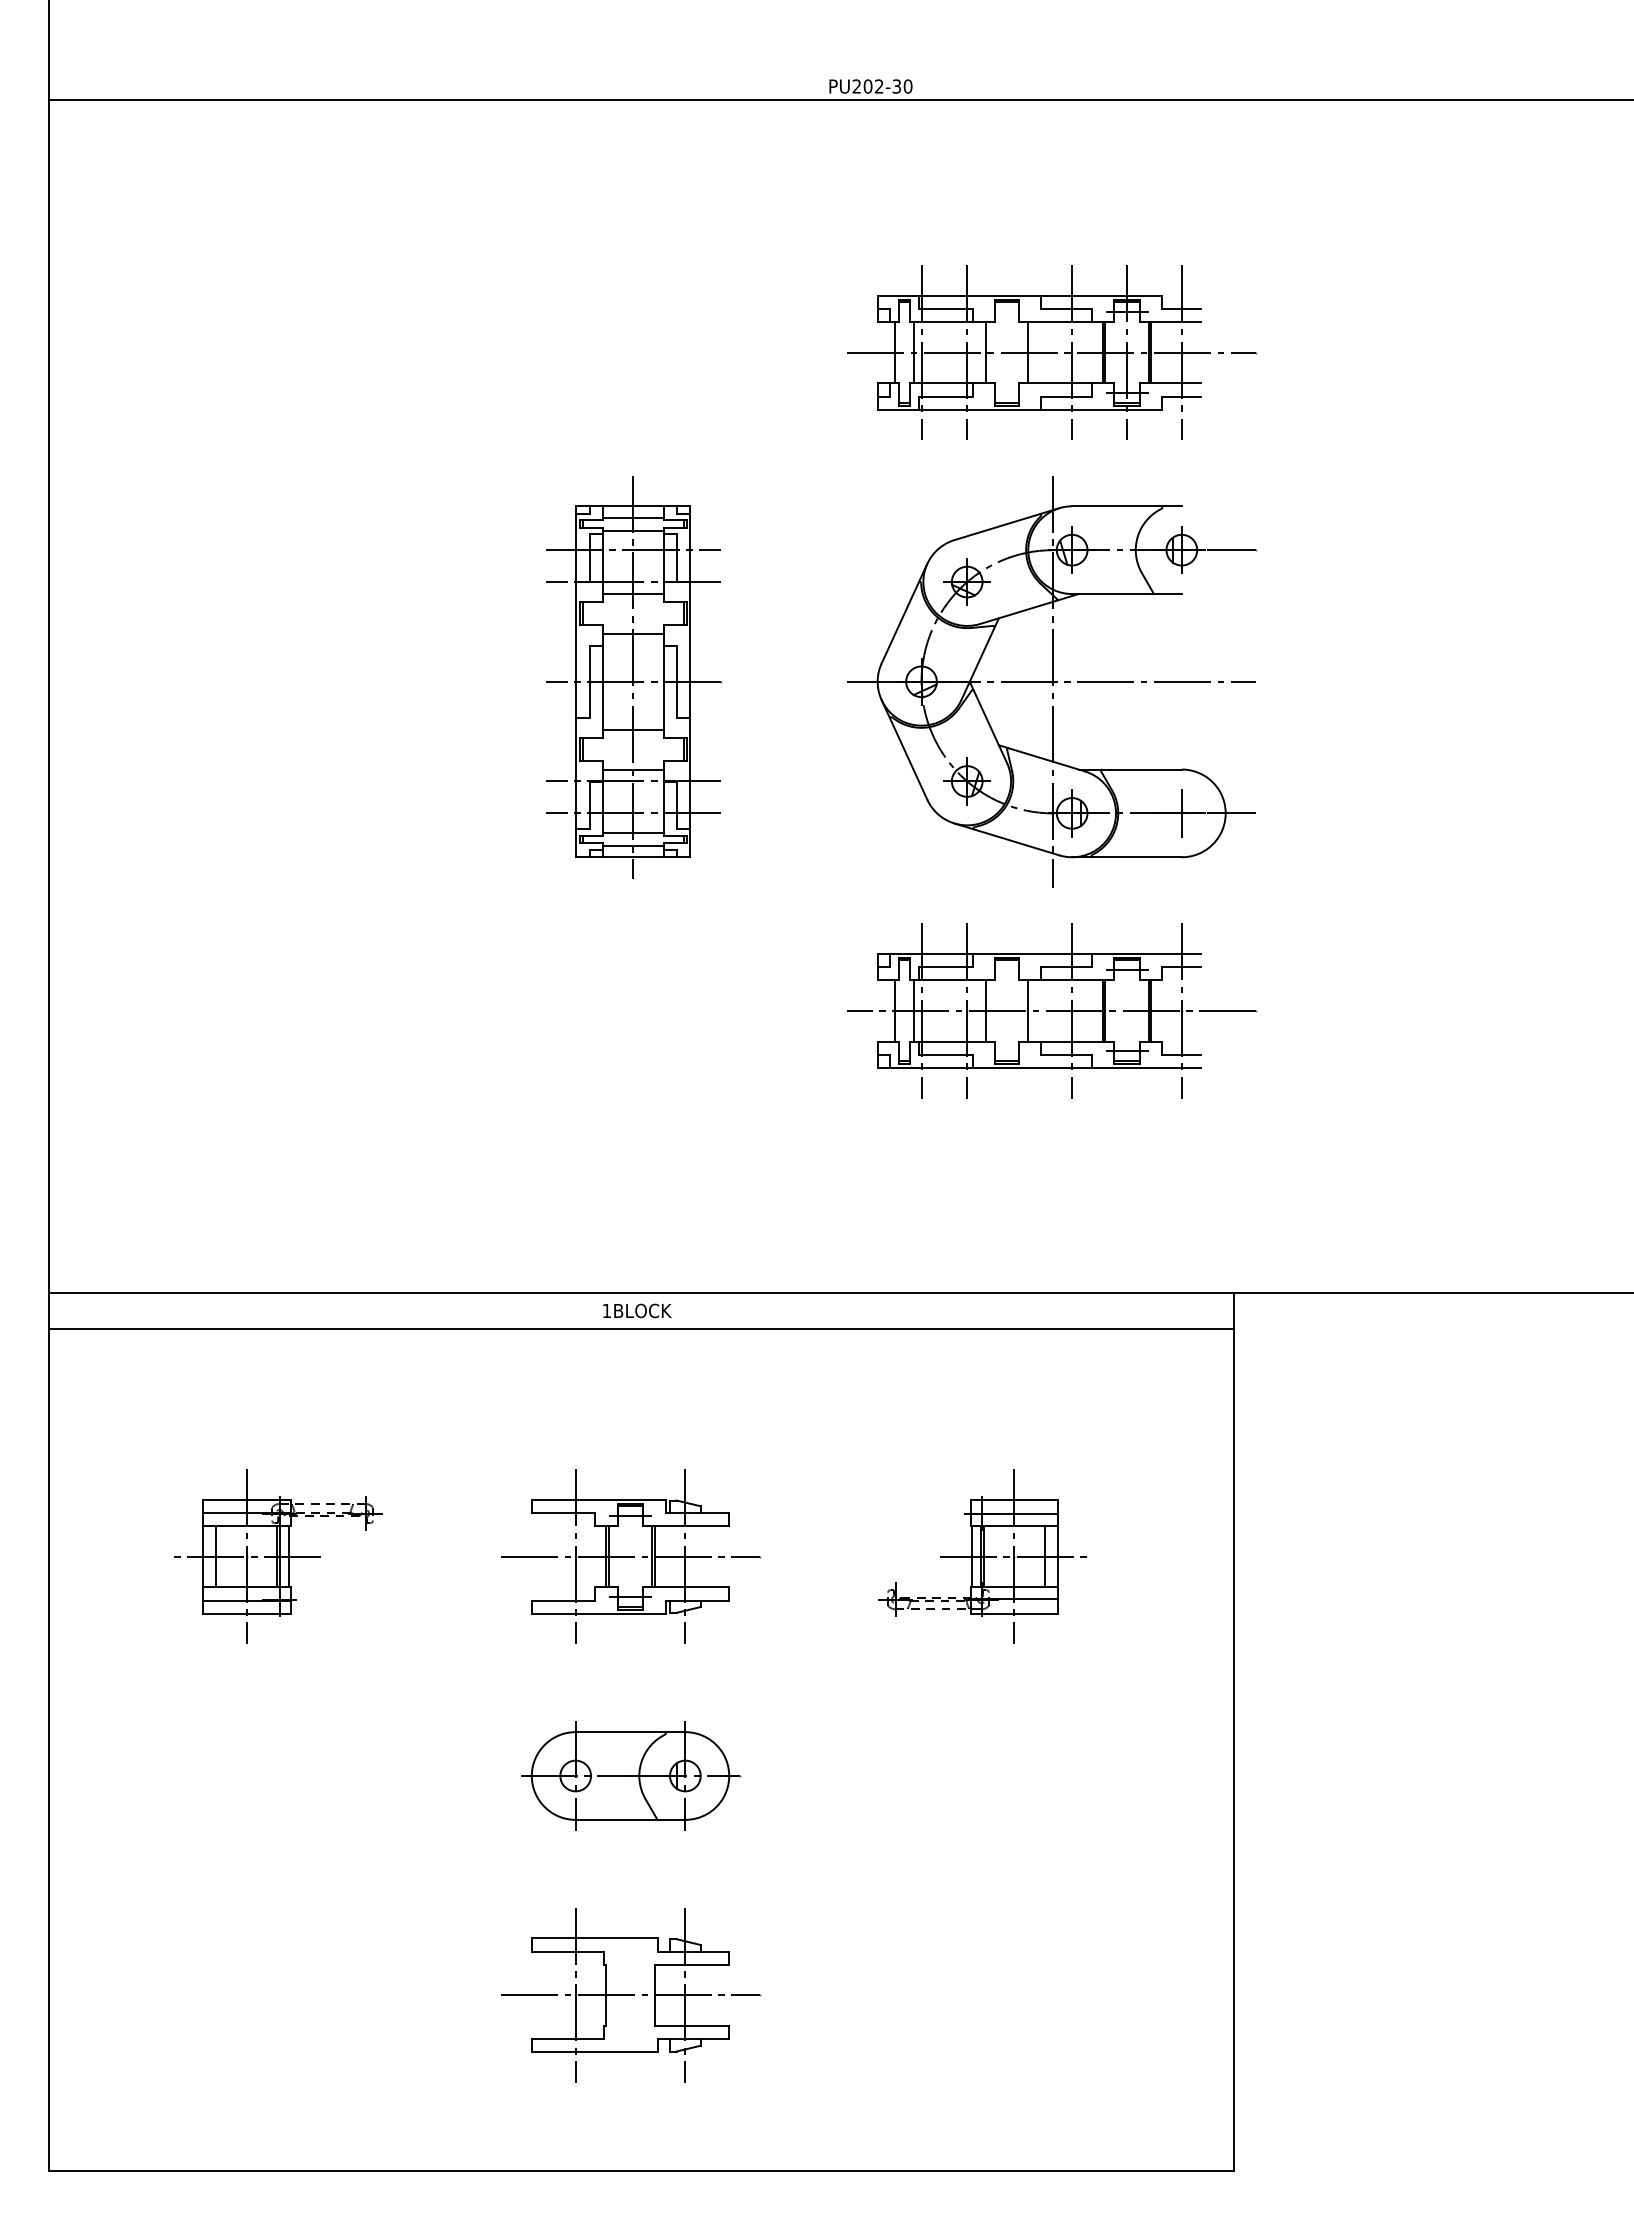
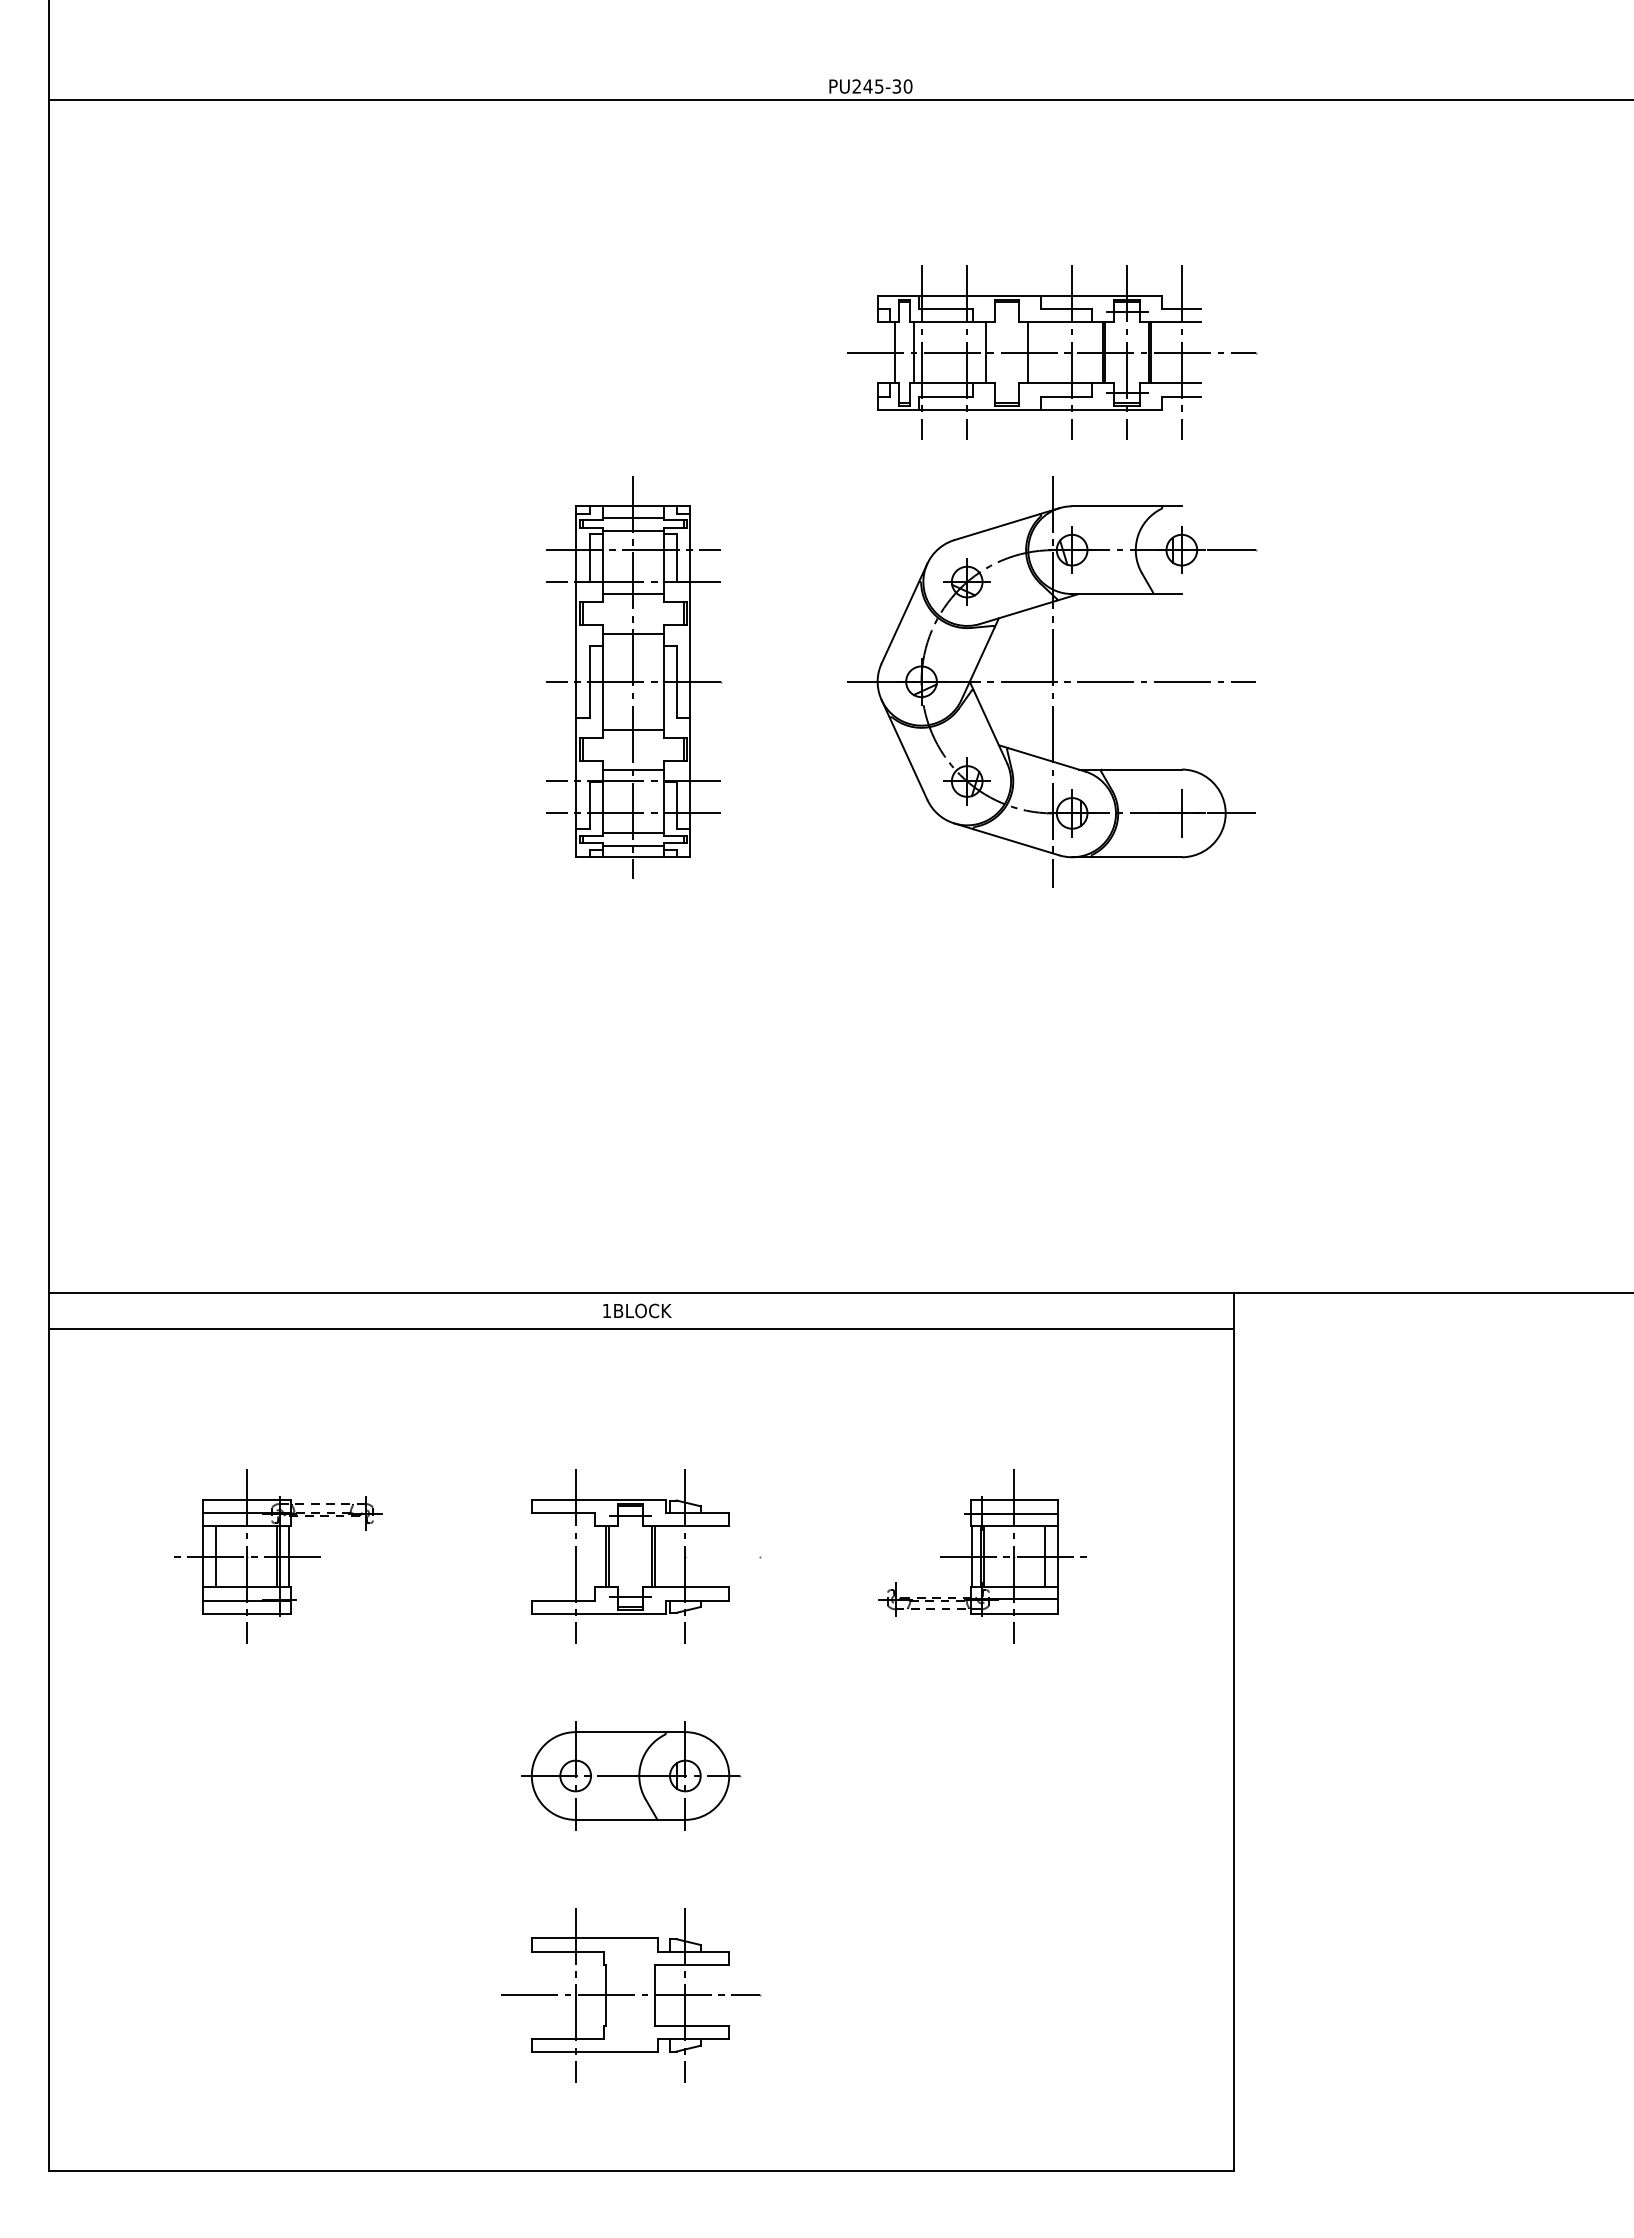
text at (873, 86): PU202-30 -> PU245-30
part at (1052, 1010): present -> none
line at (630, 1556): present -> none
